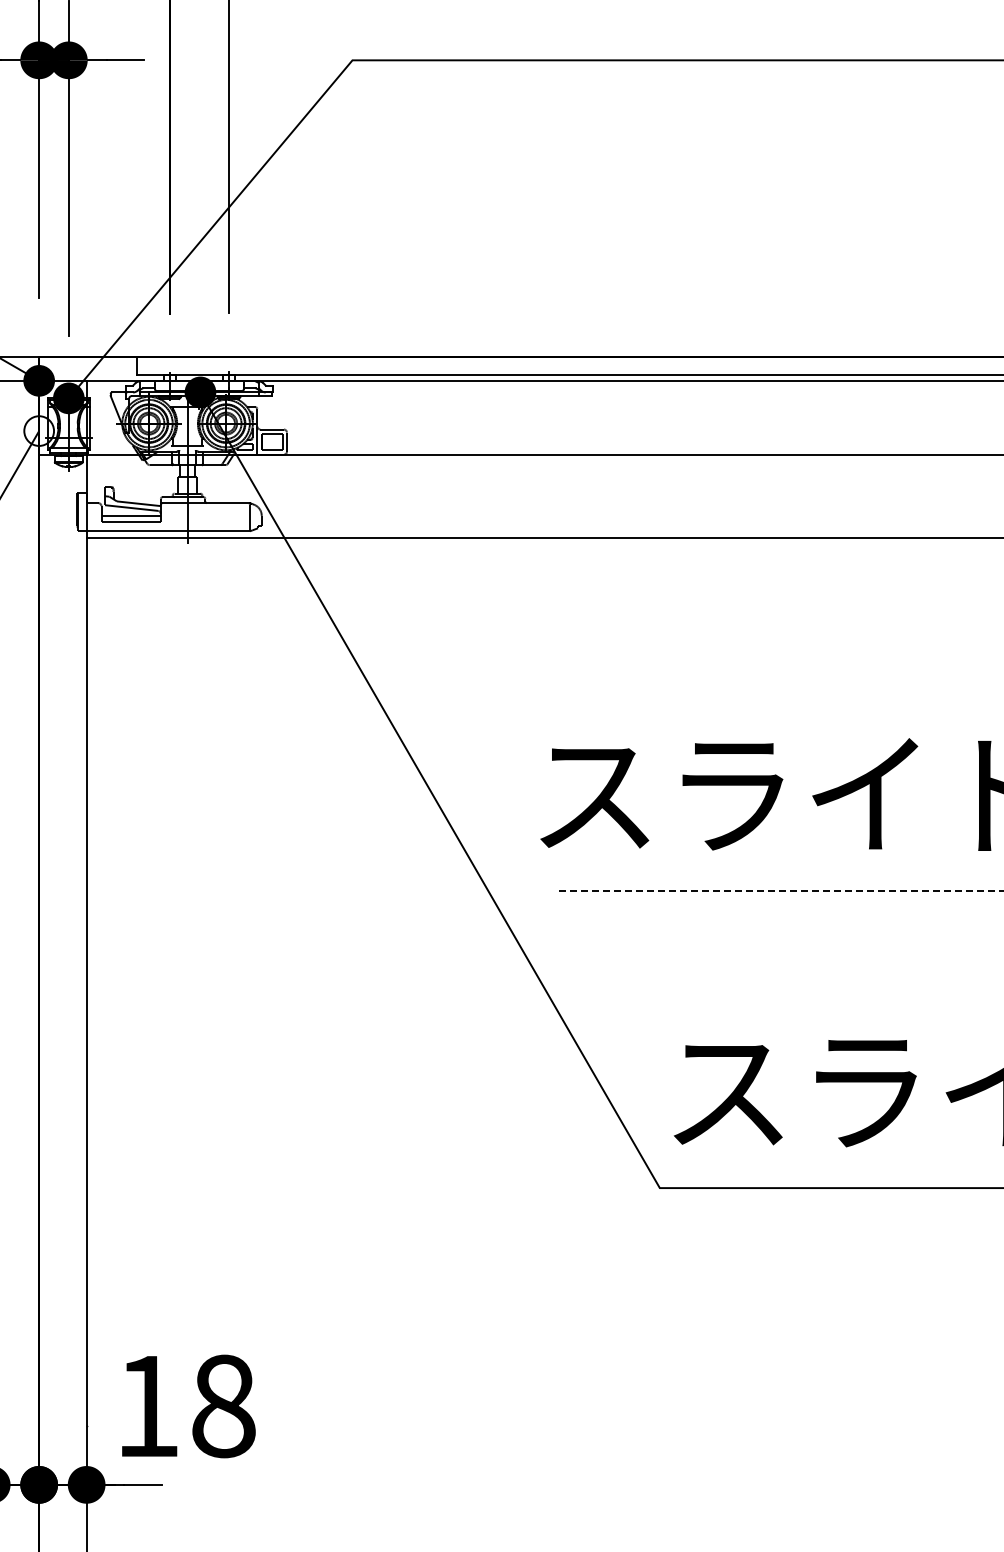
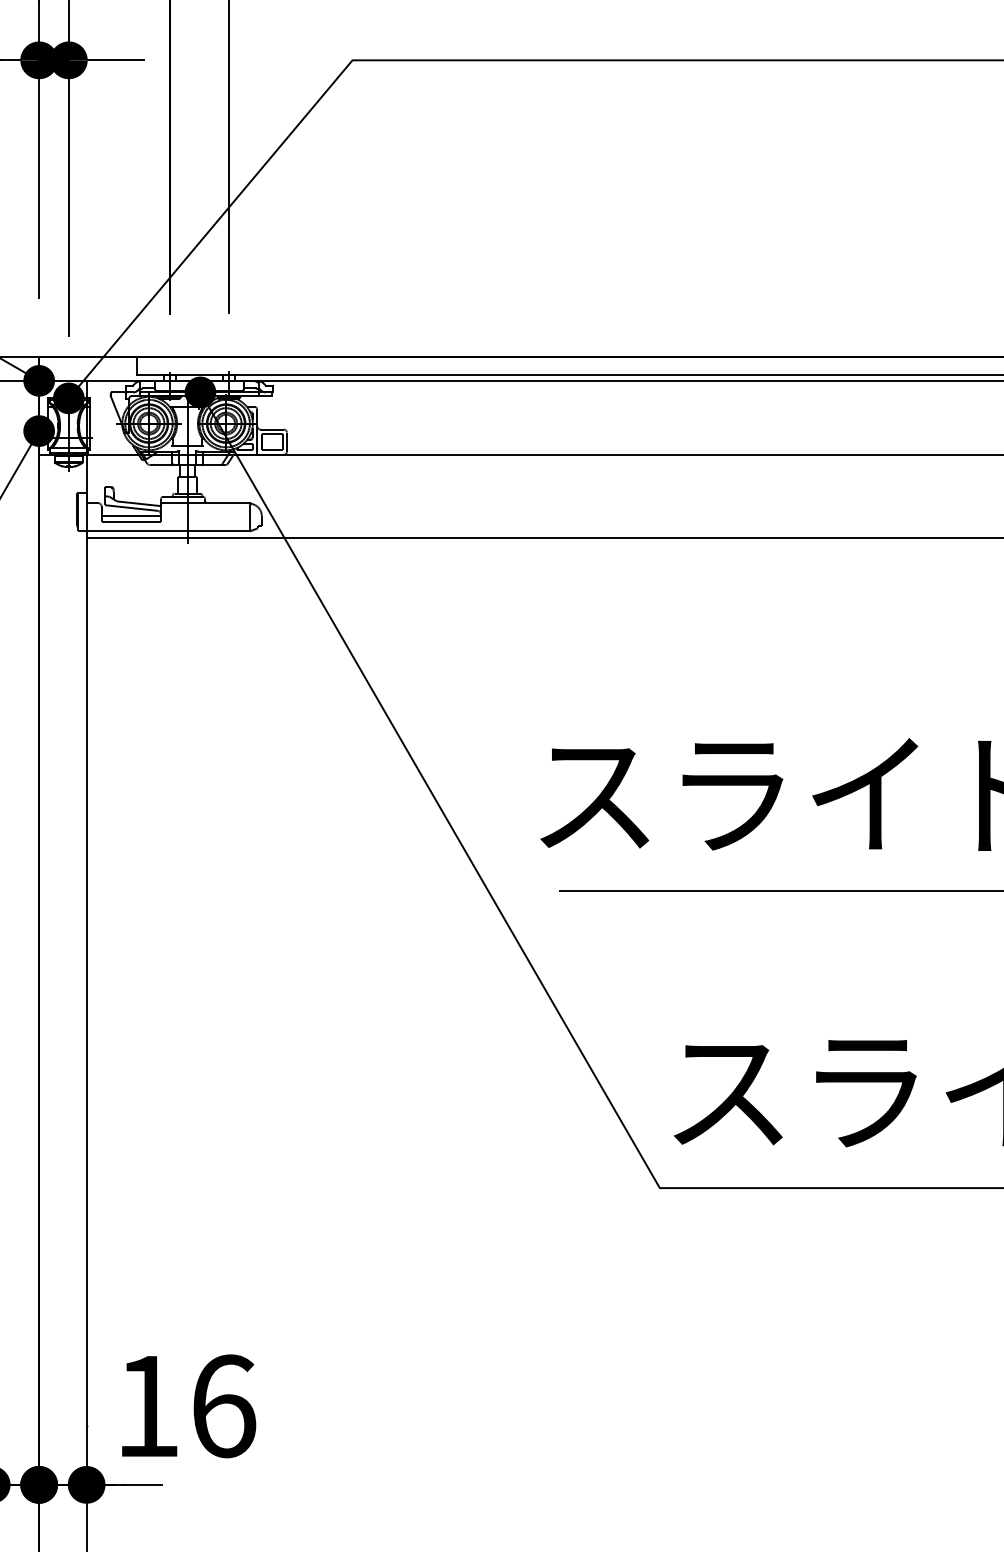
fill at (39, 430): none -> present
line at (781, 891): dashed -> solid
text at (224, 1406): 18 -> 16
